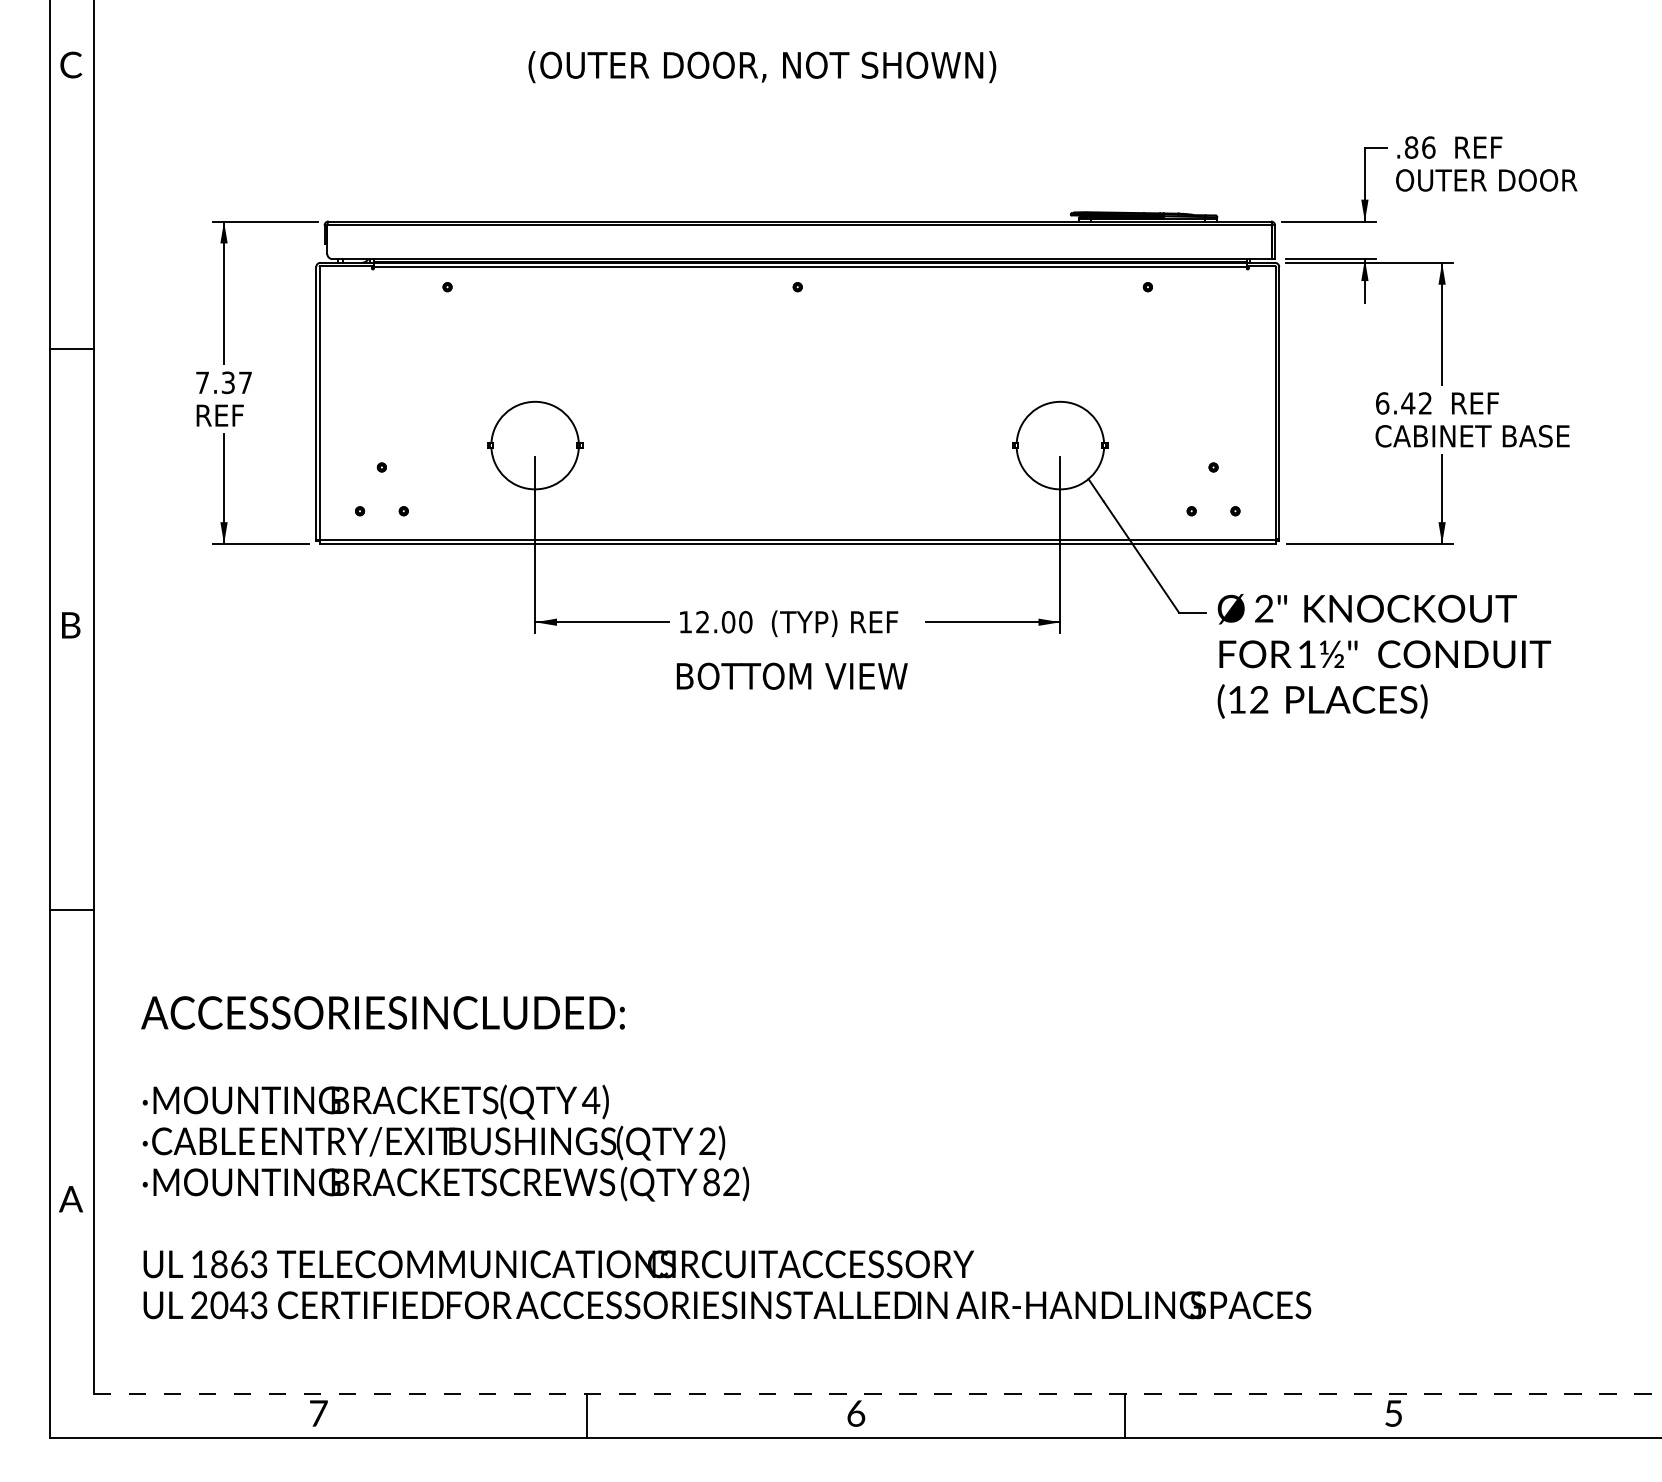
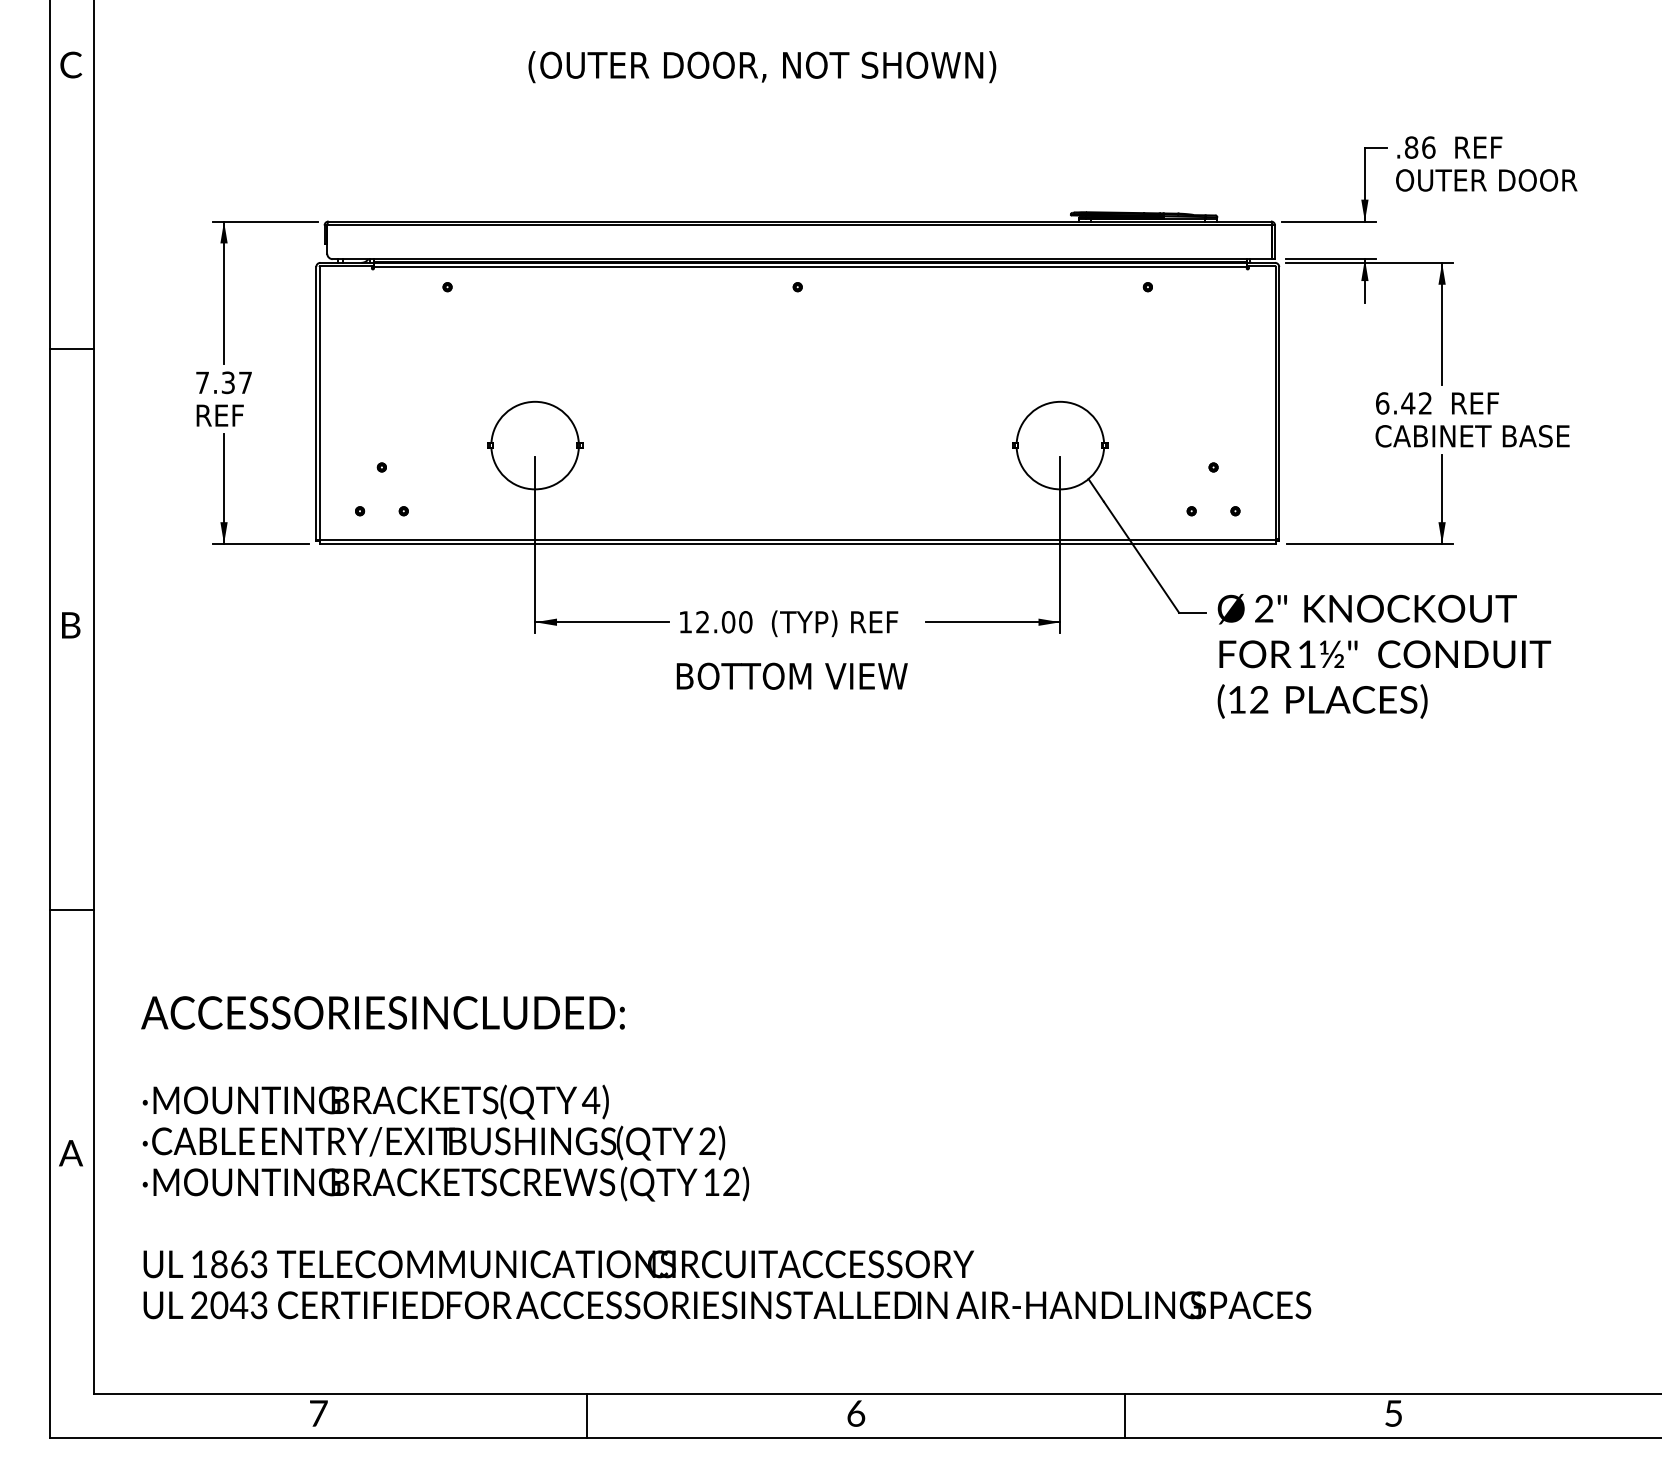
text at (711, 1182): 82) -> 12)
text at (70, 1199) position: (70, 1199) -> (70, 1153)
line at (877, 1393): dashed -> solid
